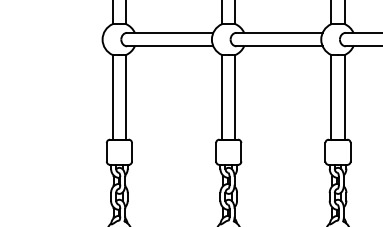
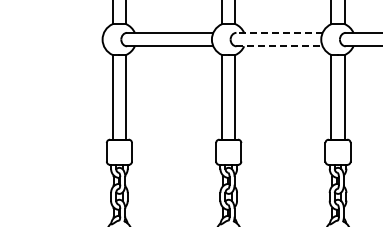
line at (279, 32): solid -> dashed
line at (280, 46): solid -> dashed
